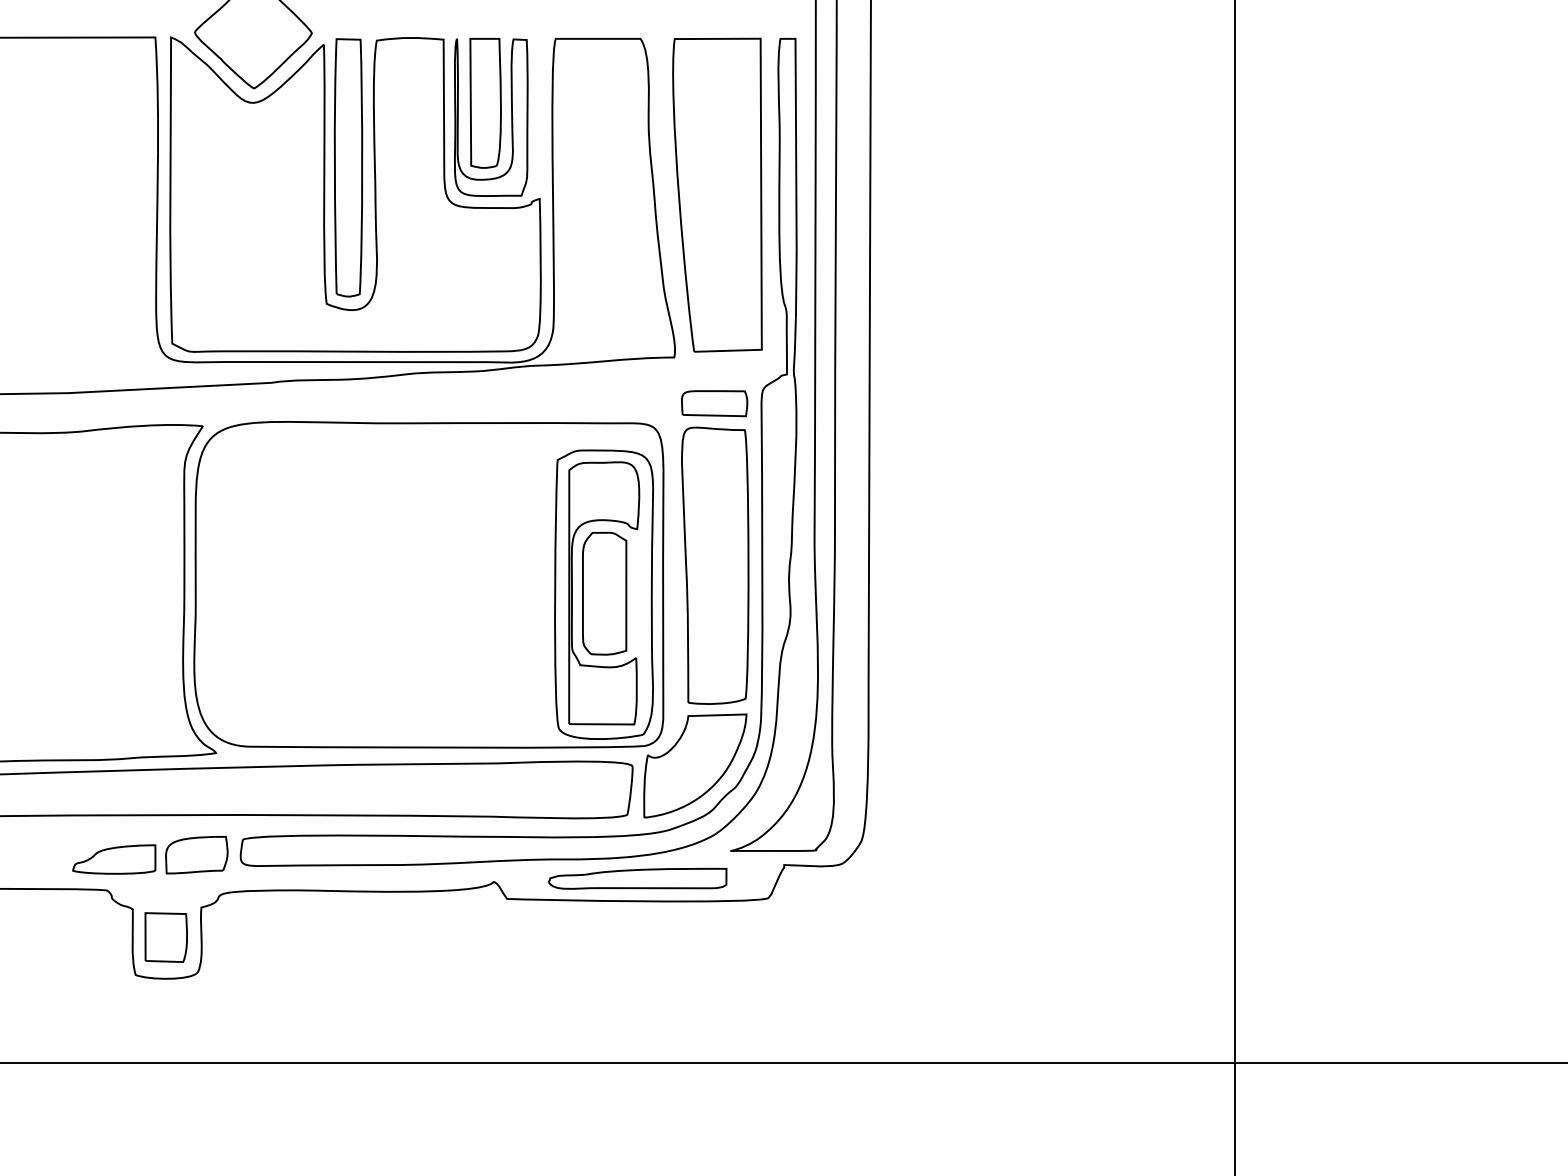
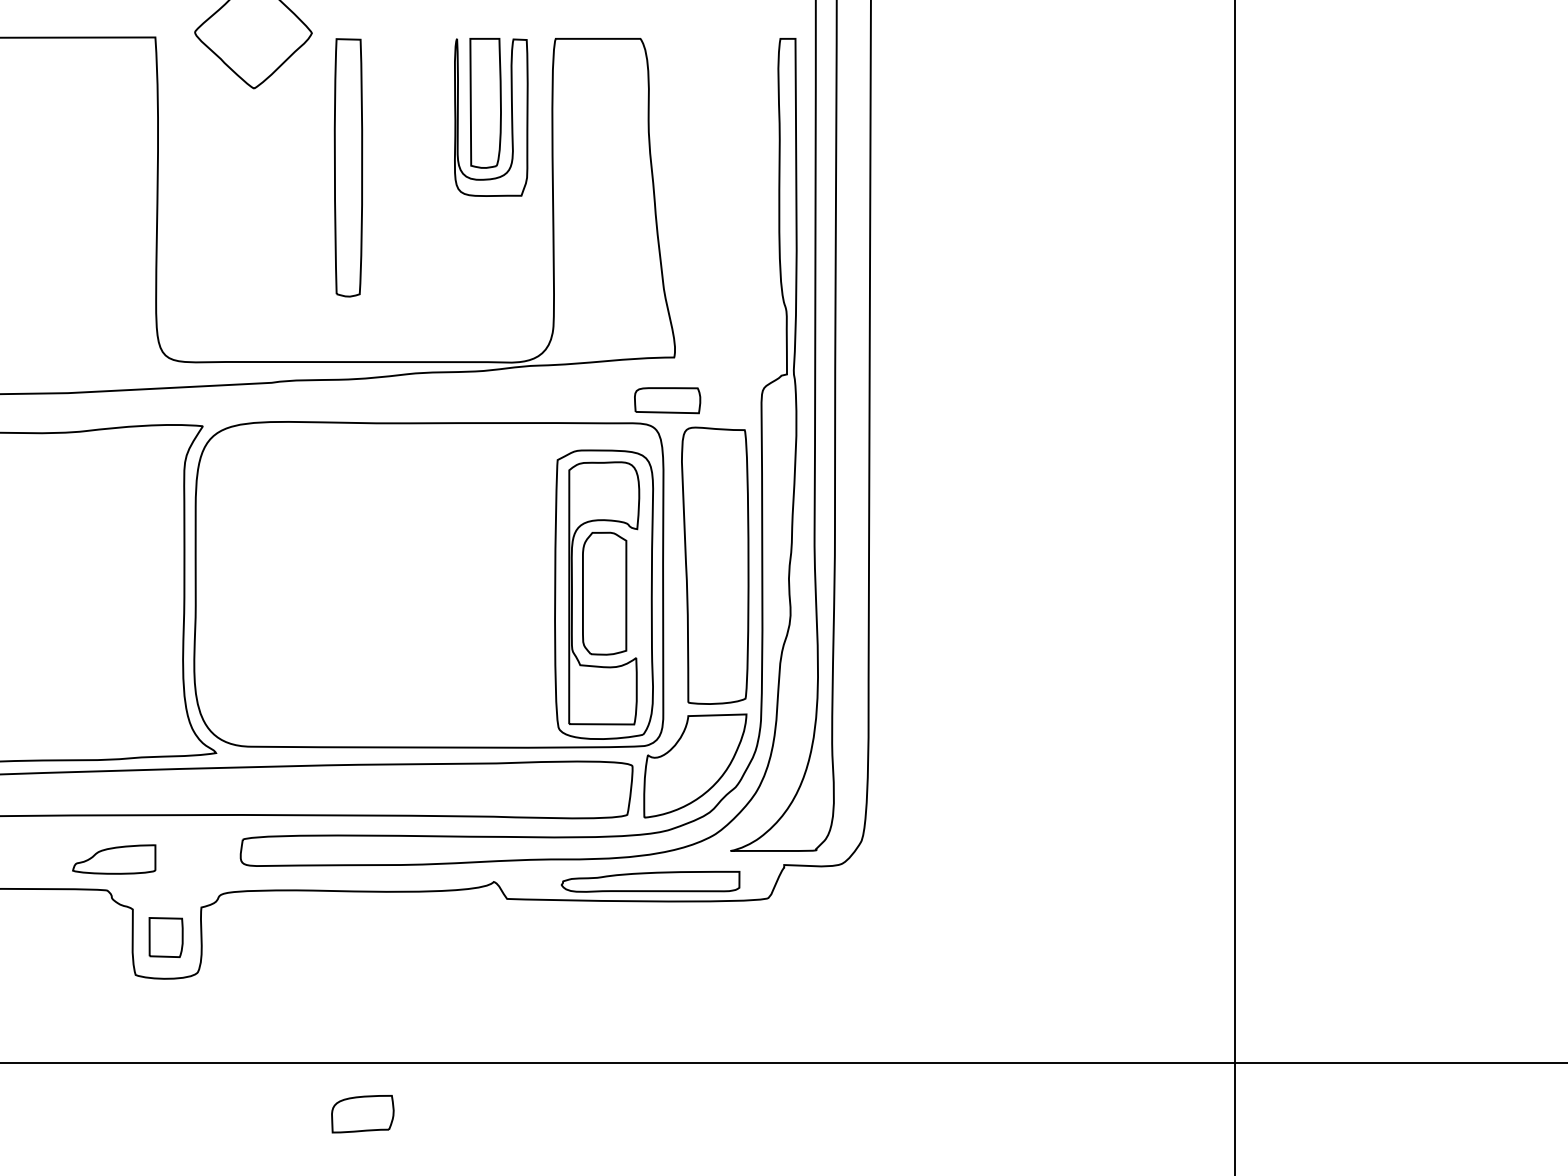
part at (374, 194): present -> none
part at (717, 194): present -> none
part at (714, 403) position: (714, 403) -> (667, 400)
part at (196, 855) position: (196, 855) -> (362, 1114)
part at (637, 878) position: (637, 878) -> (650, 881)
part at (165, 937) size: 44x51 px -> 36x41 px
